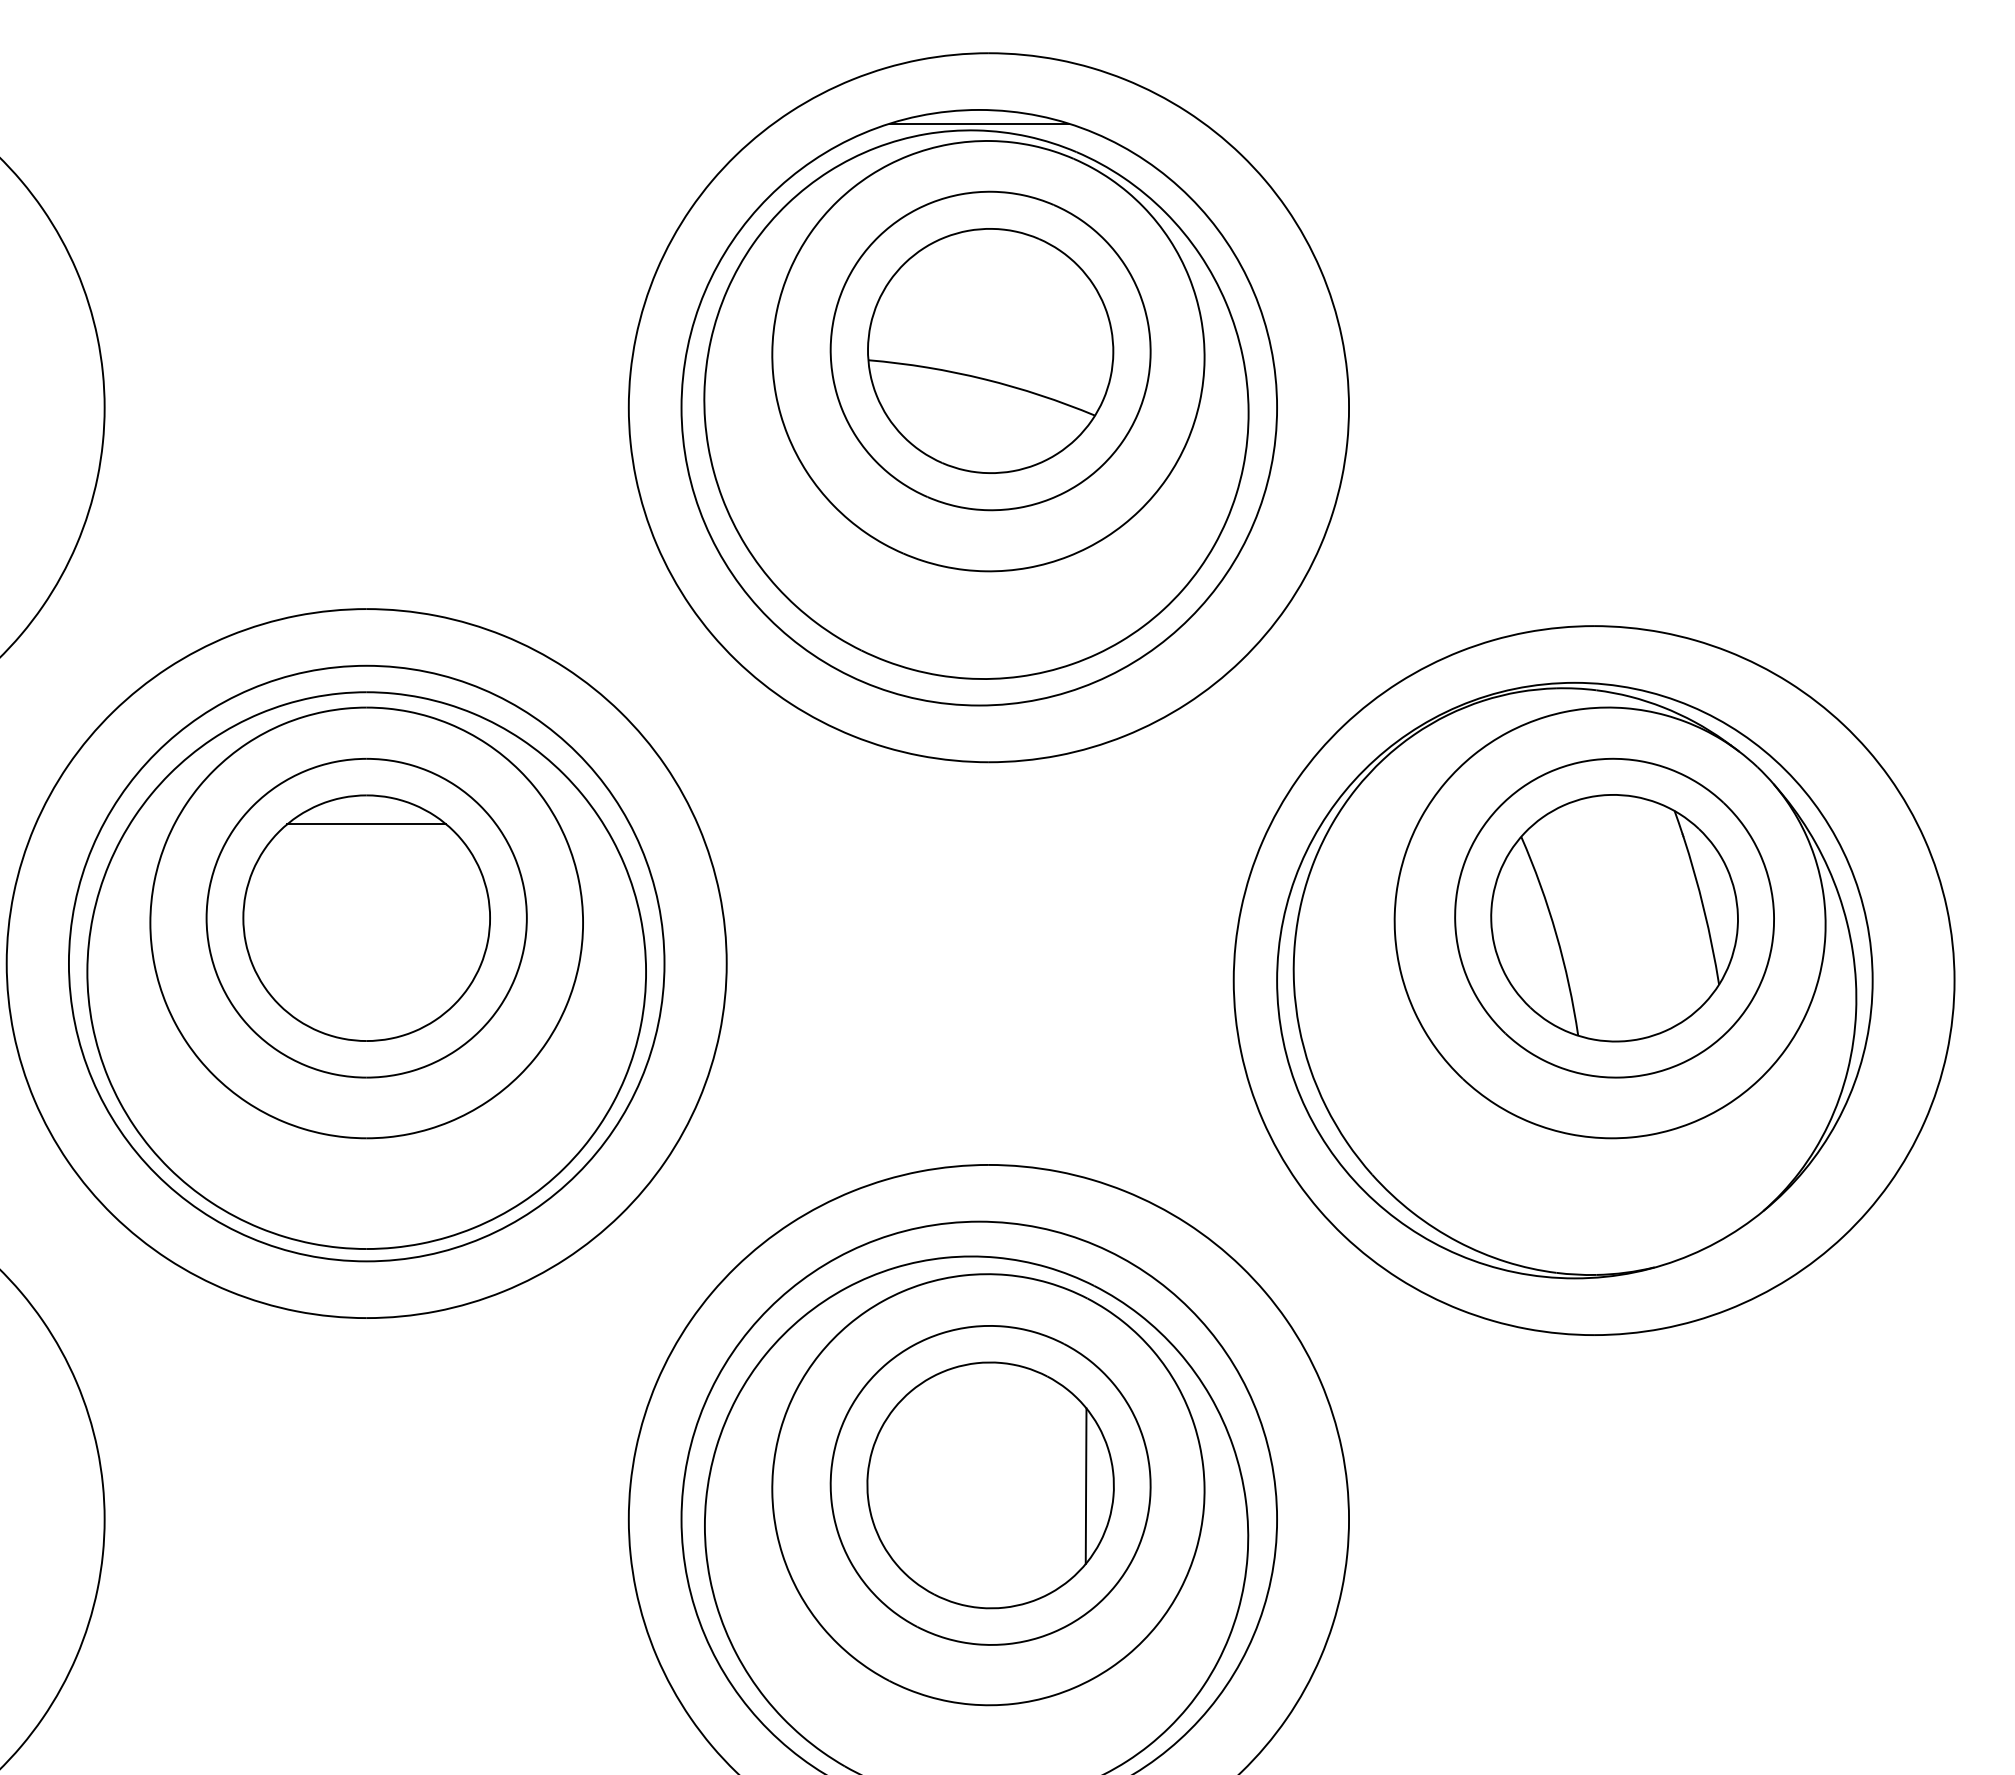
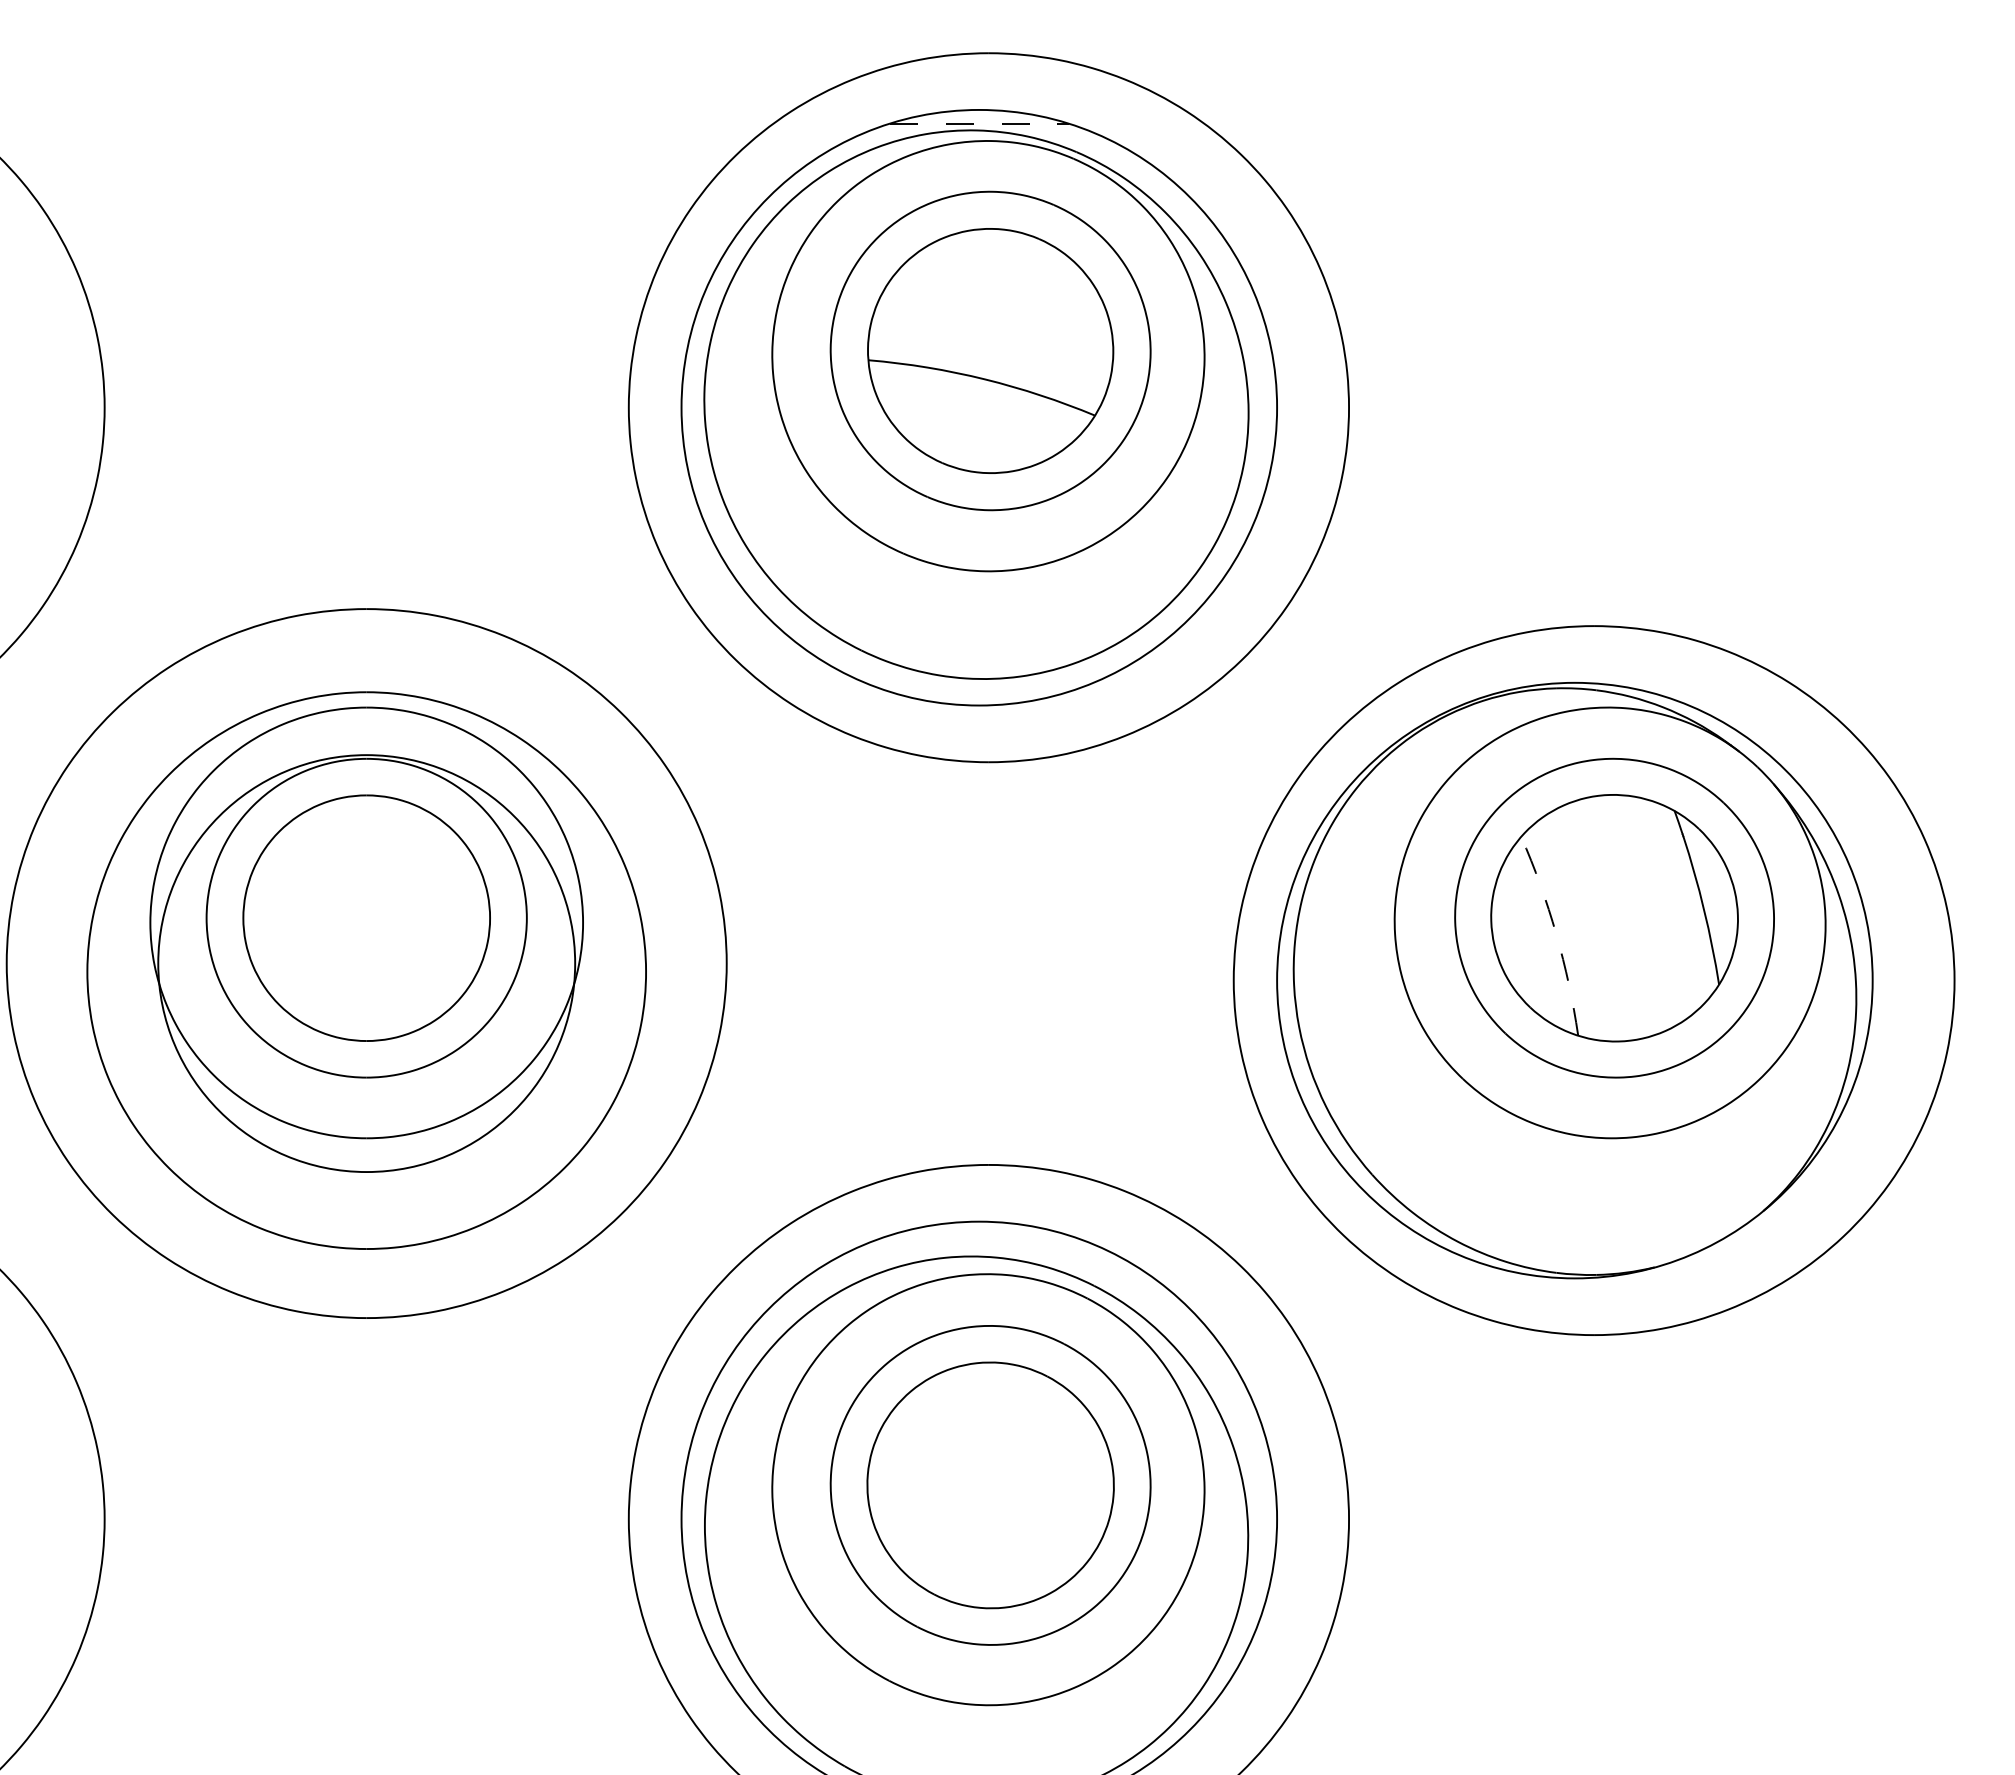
line at (979, 123): solid -> dashed
line at (366, 824): present -> none
arc at (1556, 934): solid -> dashed
circle at (366, 963) diameter: 596 px -> 417 px
line at (1085, 1485): present -> none
